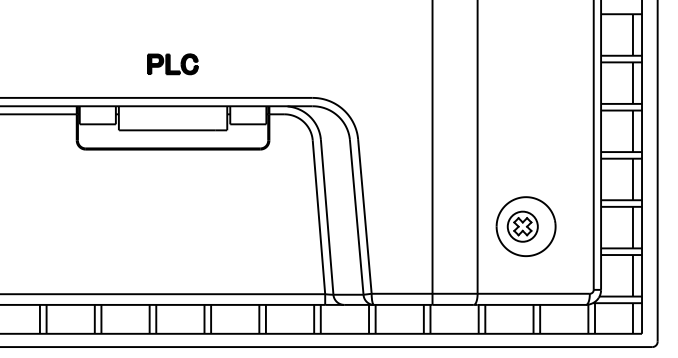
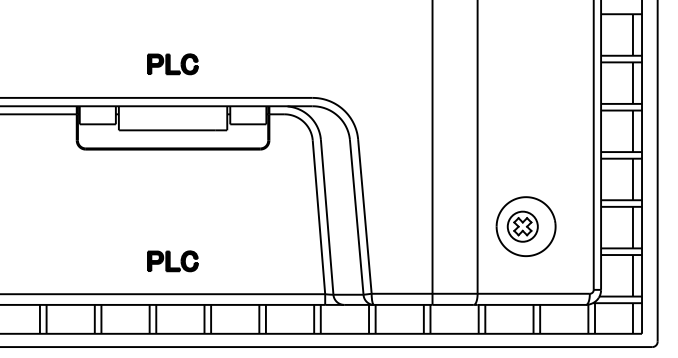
part at (172, 261): none -> present
